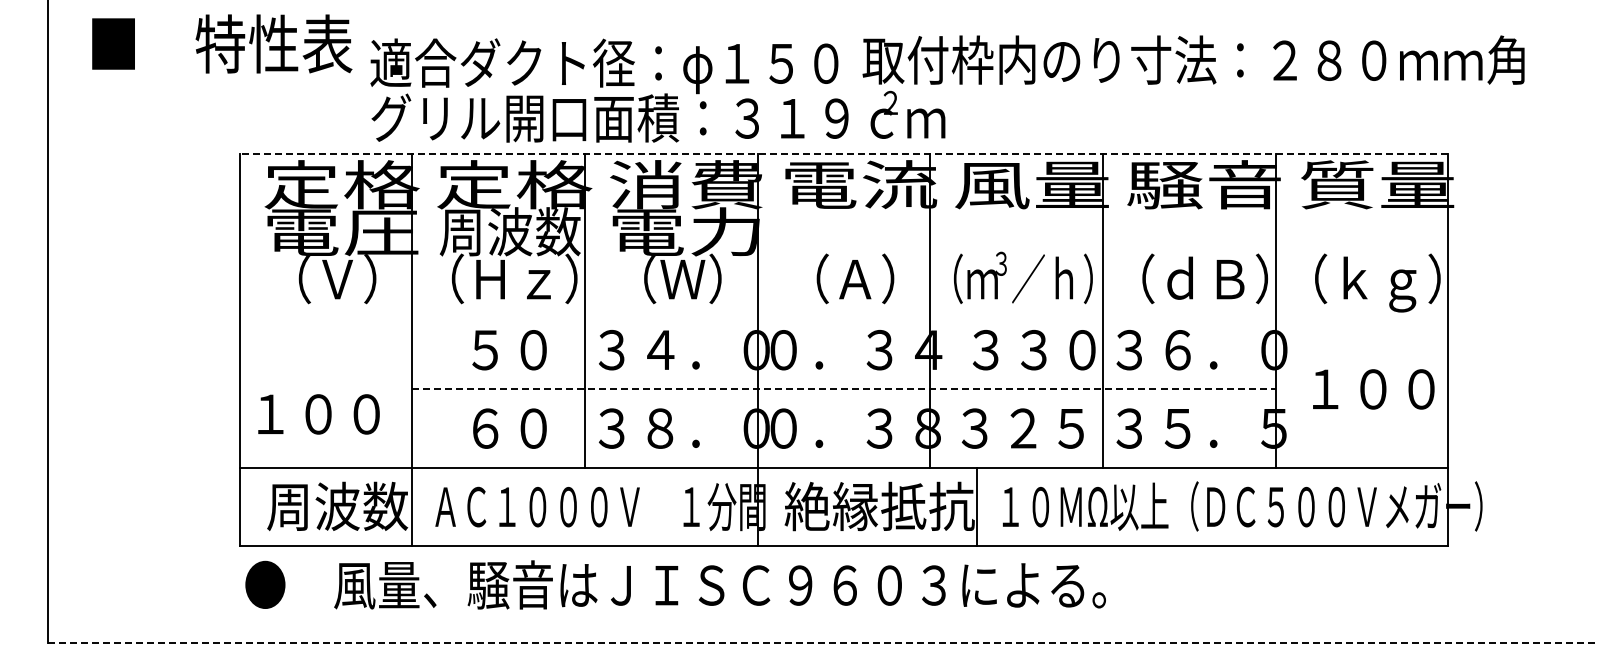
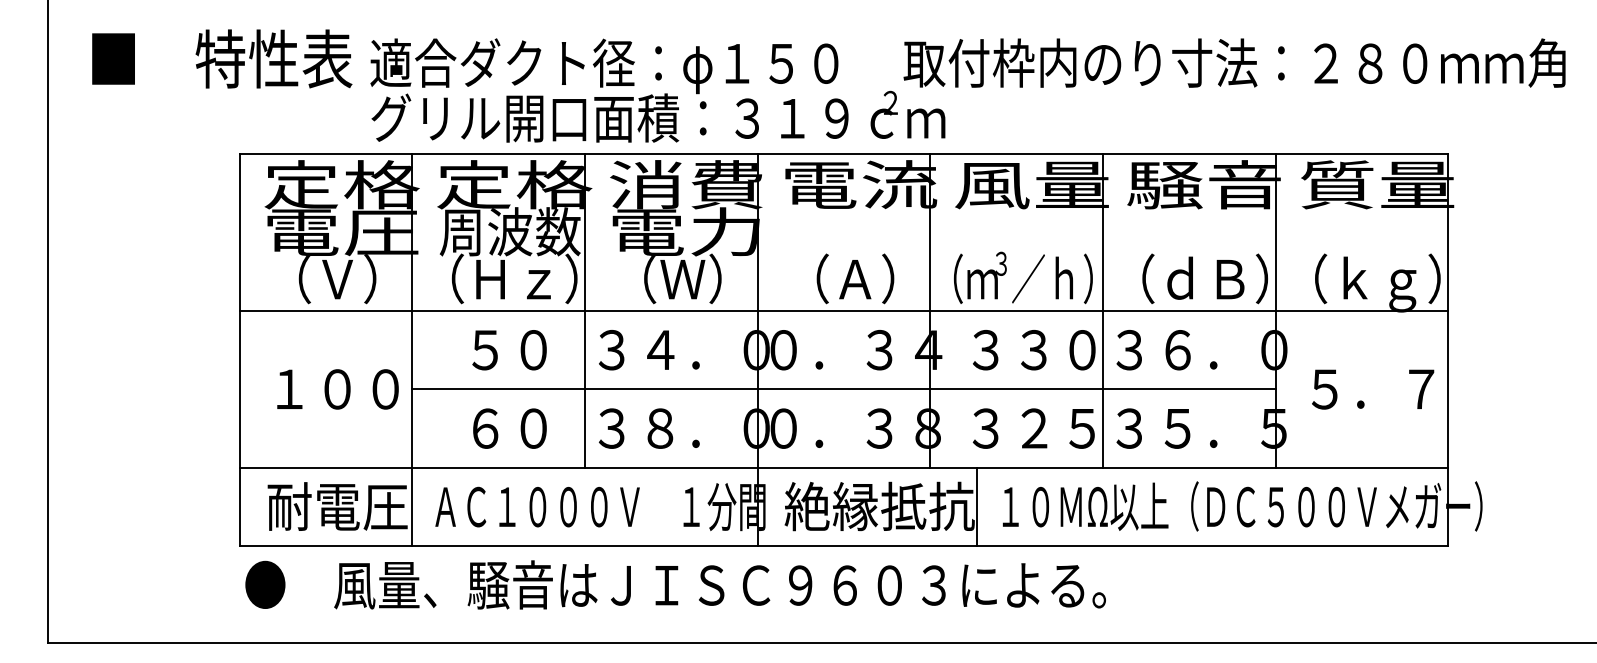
text at (222, 43) position: (222, 43) -> (222, 58)
text at (1193, 59) position: (1193, 59) -> (1234, 62)
line at (843, 154): dashed -> solid
line at (843, 311): none -> present
line at (844, 389): dashed -> solid
text at (1373, 389): １００ -> ５．７
text at (318, 414) position: (318, 414) -> (337, 389)
text at (1022, 428) position: (1022, 428) -> (1033, 428)
text at (337, 506): 周波数 -> 耐電圧
line at (822, 643): dashed -> solid
